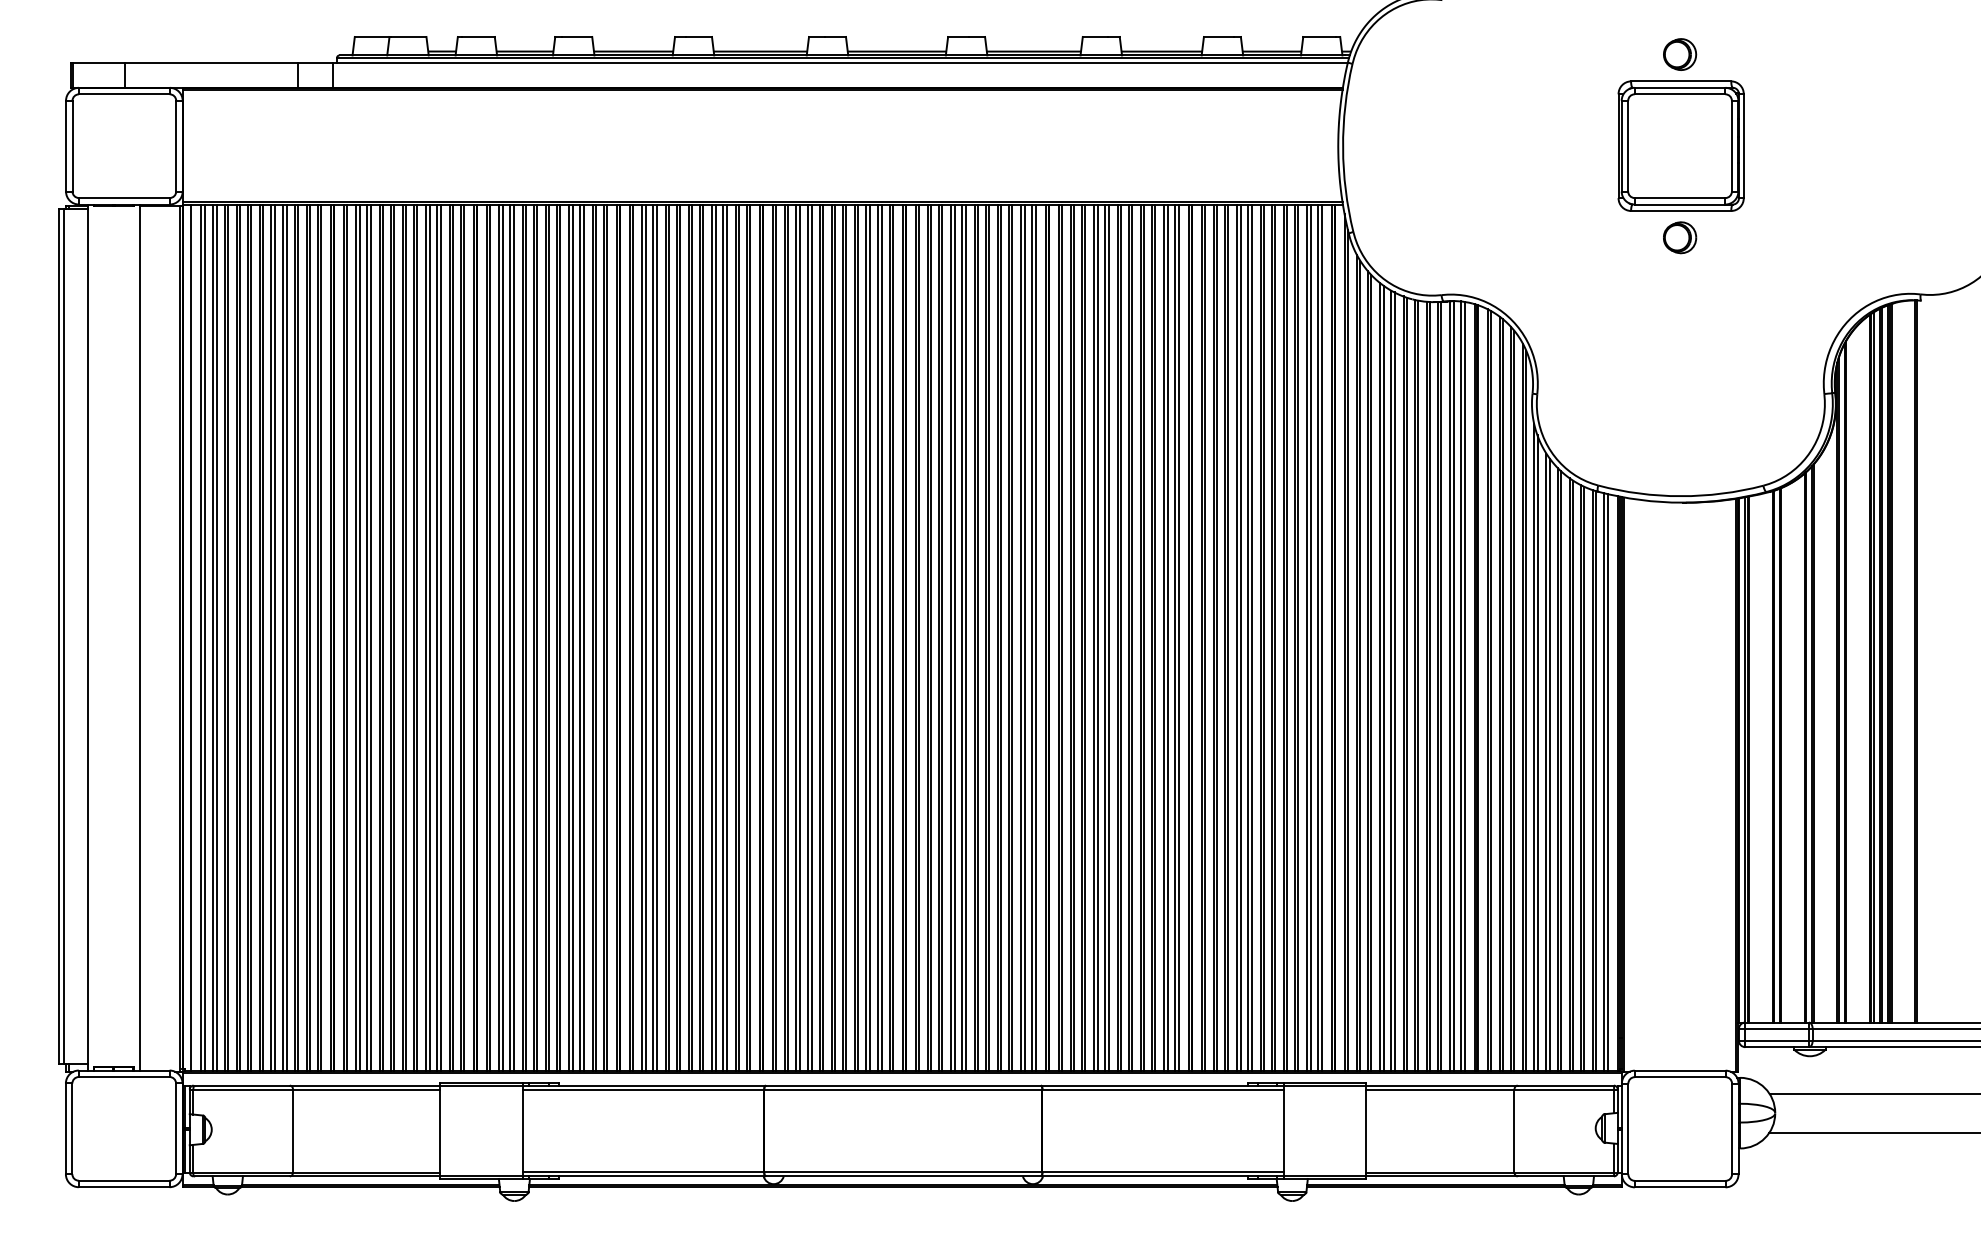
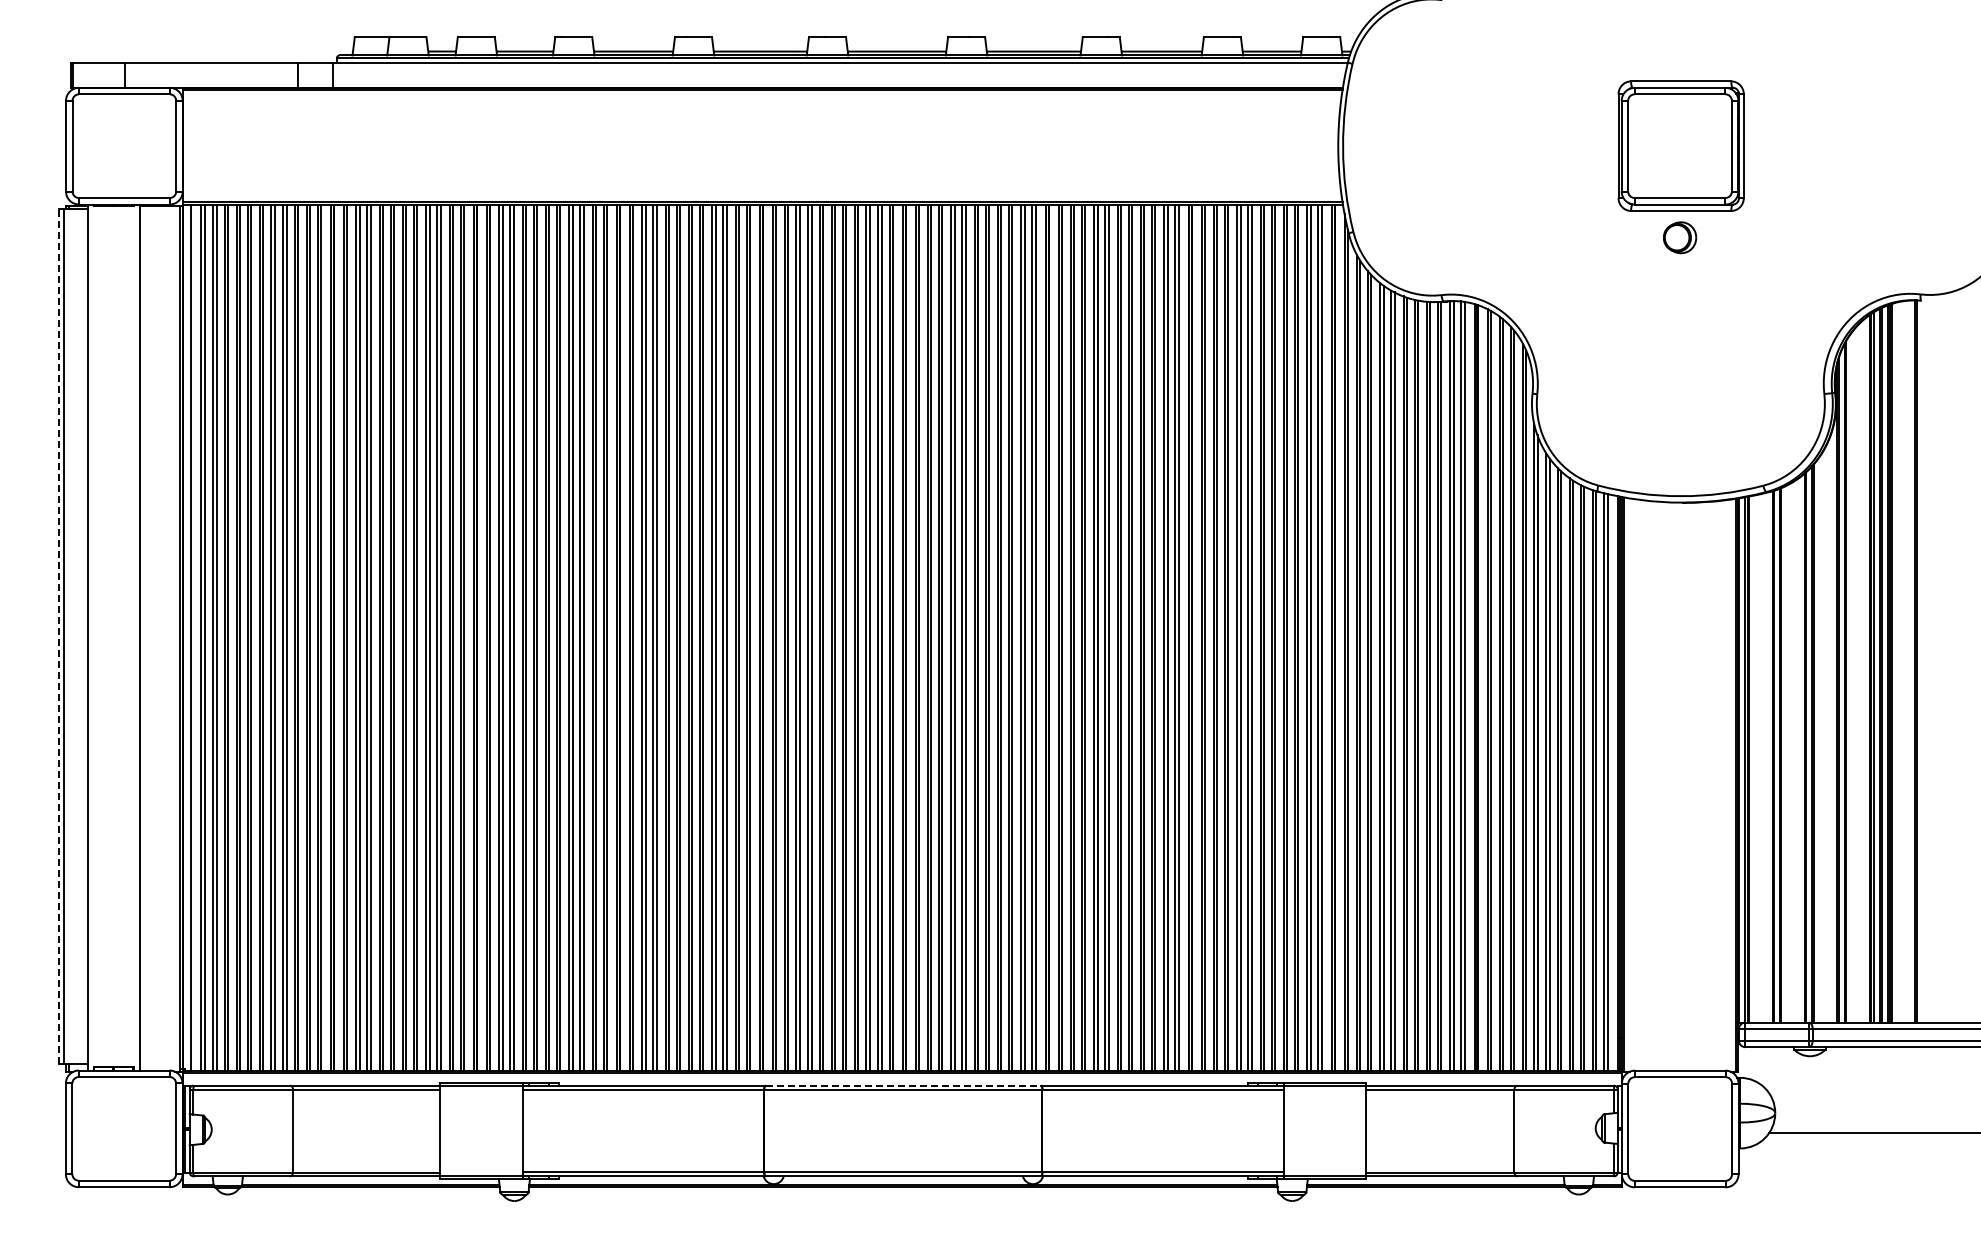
part at (1680, 54): present -> none
line at (59, 636): solid -> dashed
line at (903, 1085): solid -> dashed
line at (1873, 1093): present -> none
